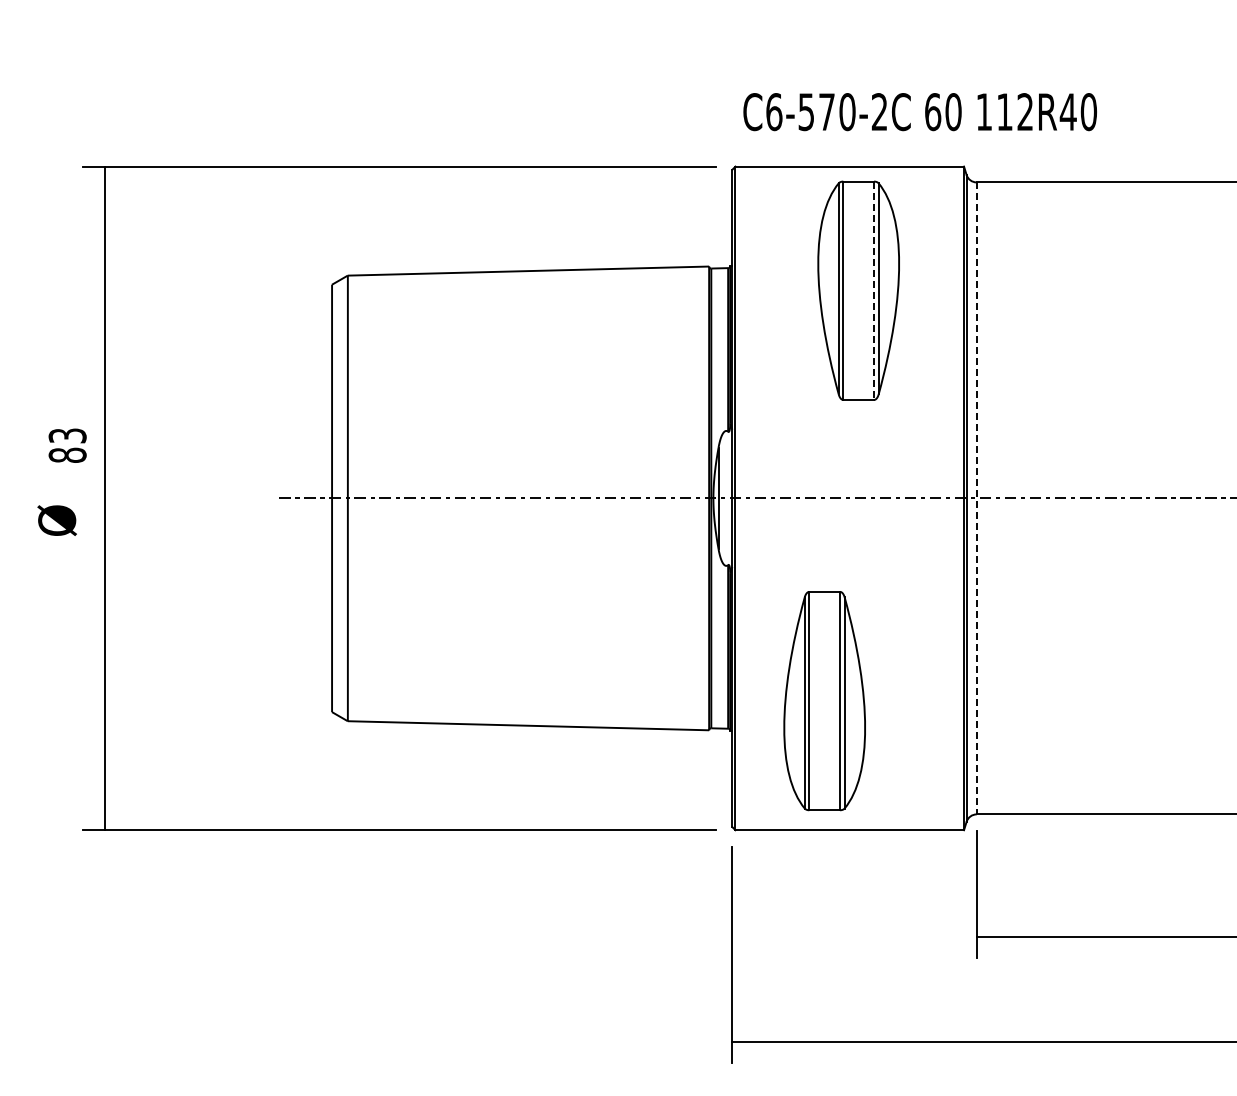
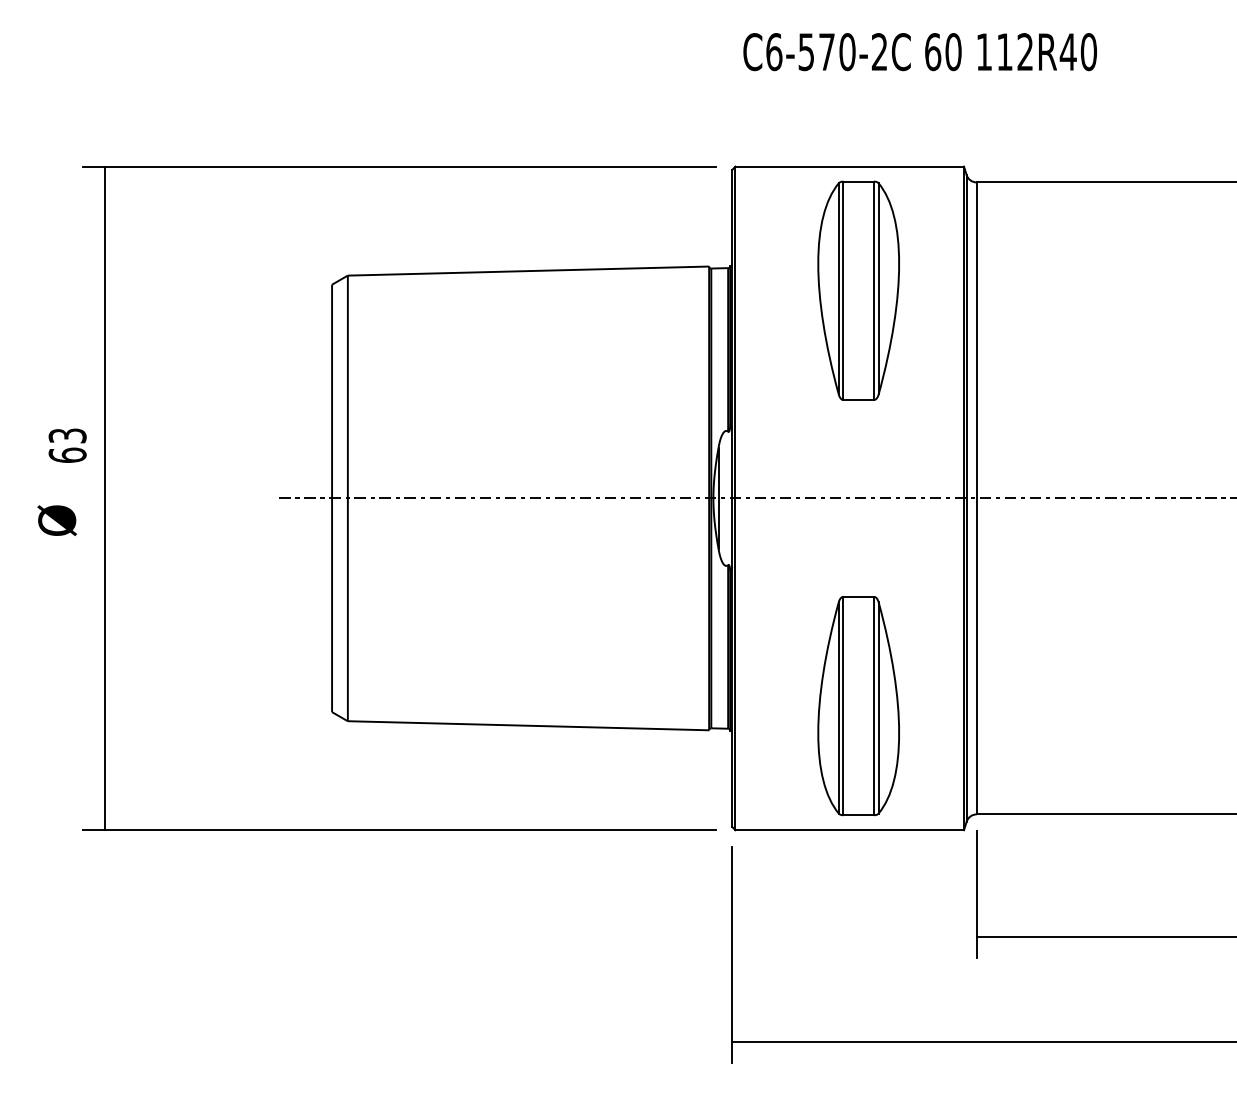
text at (919, 112) position: (919, 112) -> (919, 52)
line at (874, 291): dashed -> solid
text at (67, 454): 83 -> 63
line at (976, 498): dashed -> solid
part at (824, 701) position: (824, 701) -> (858, 706)
